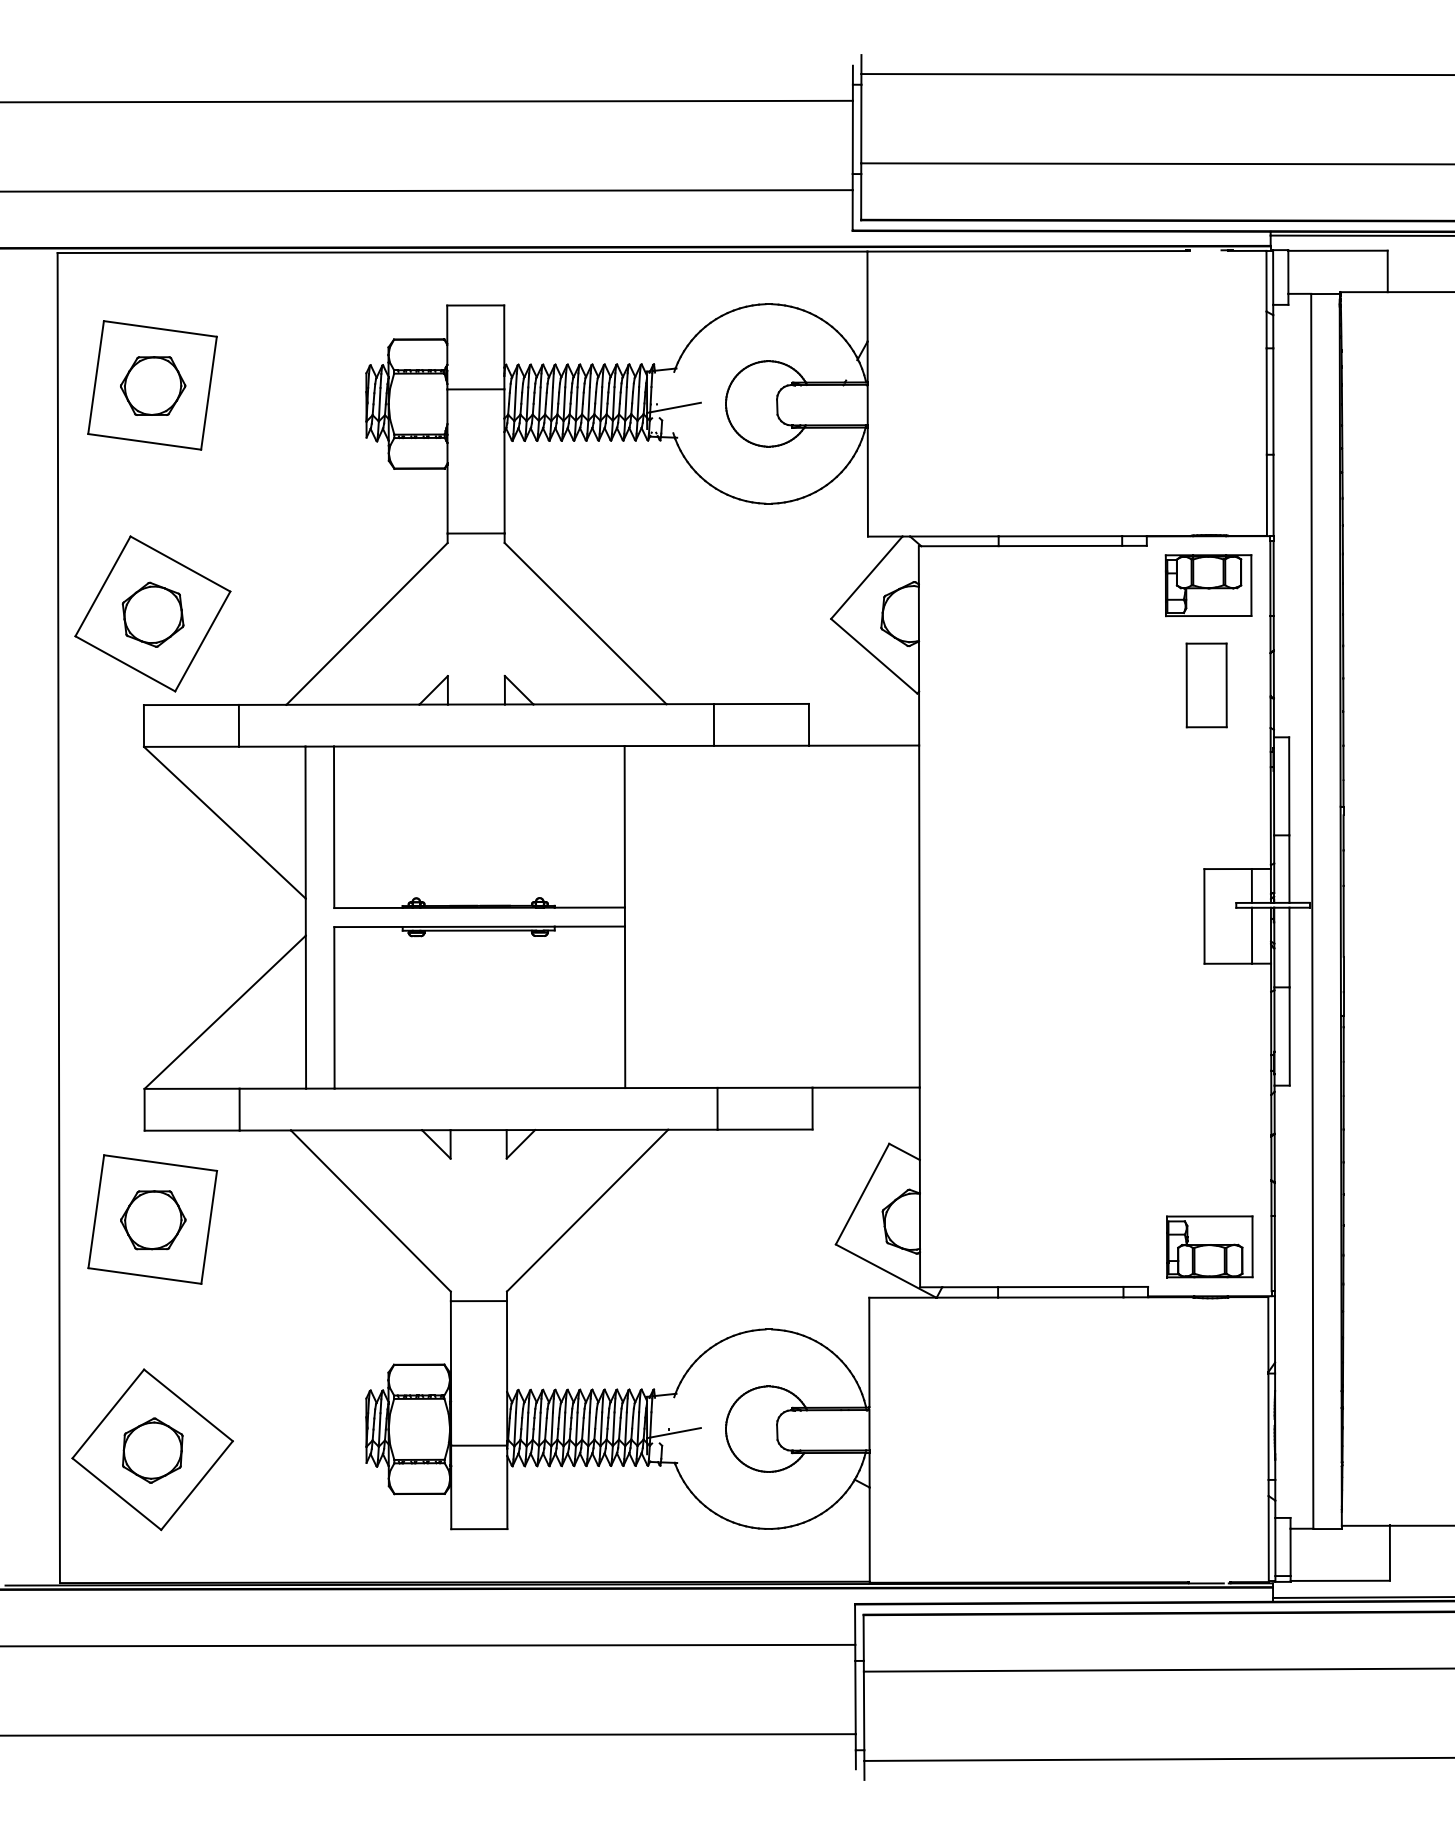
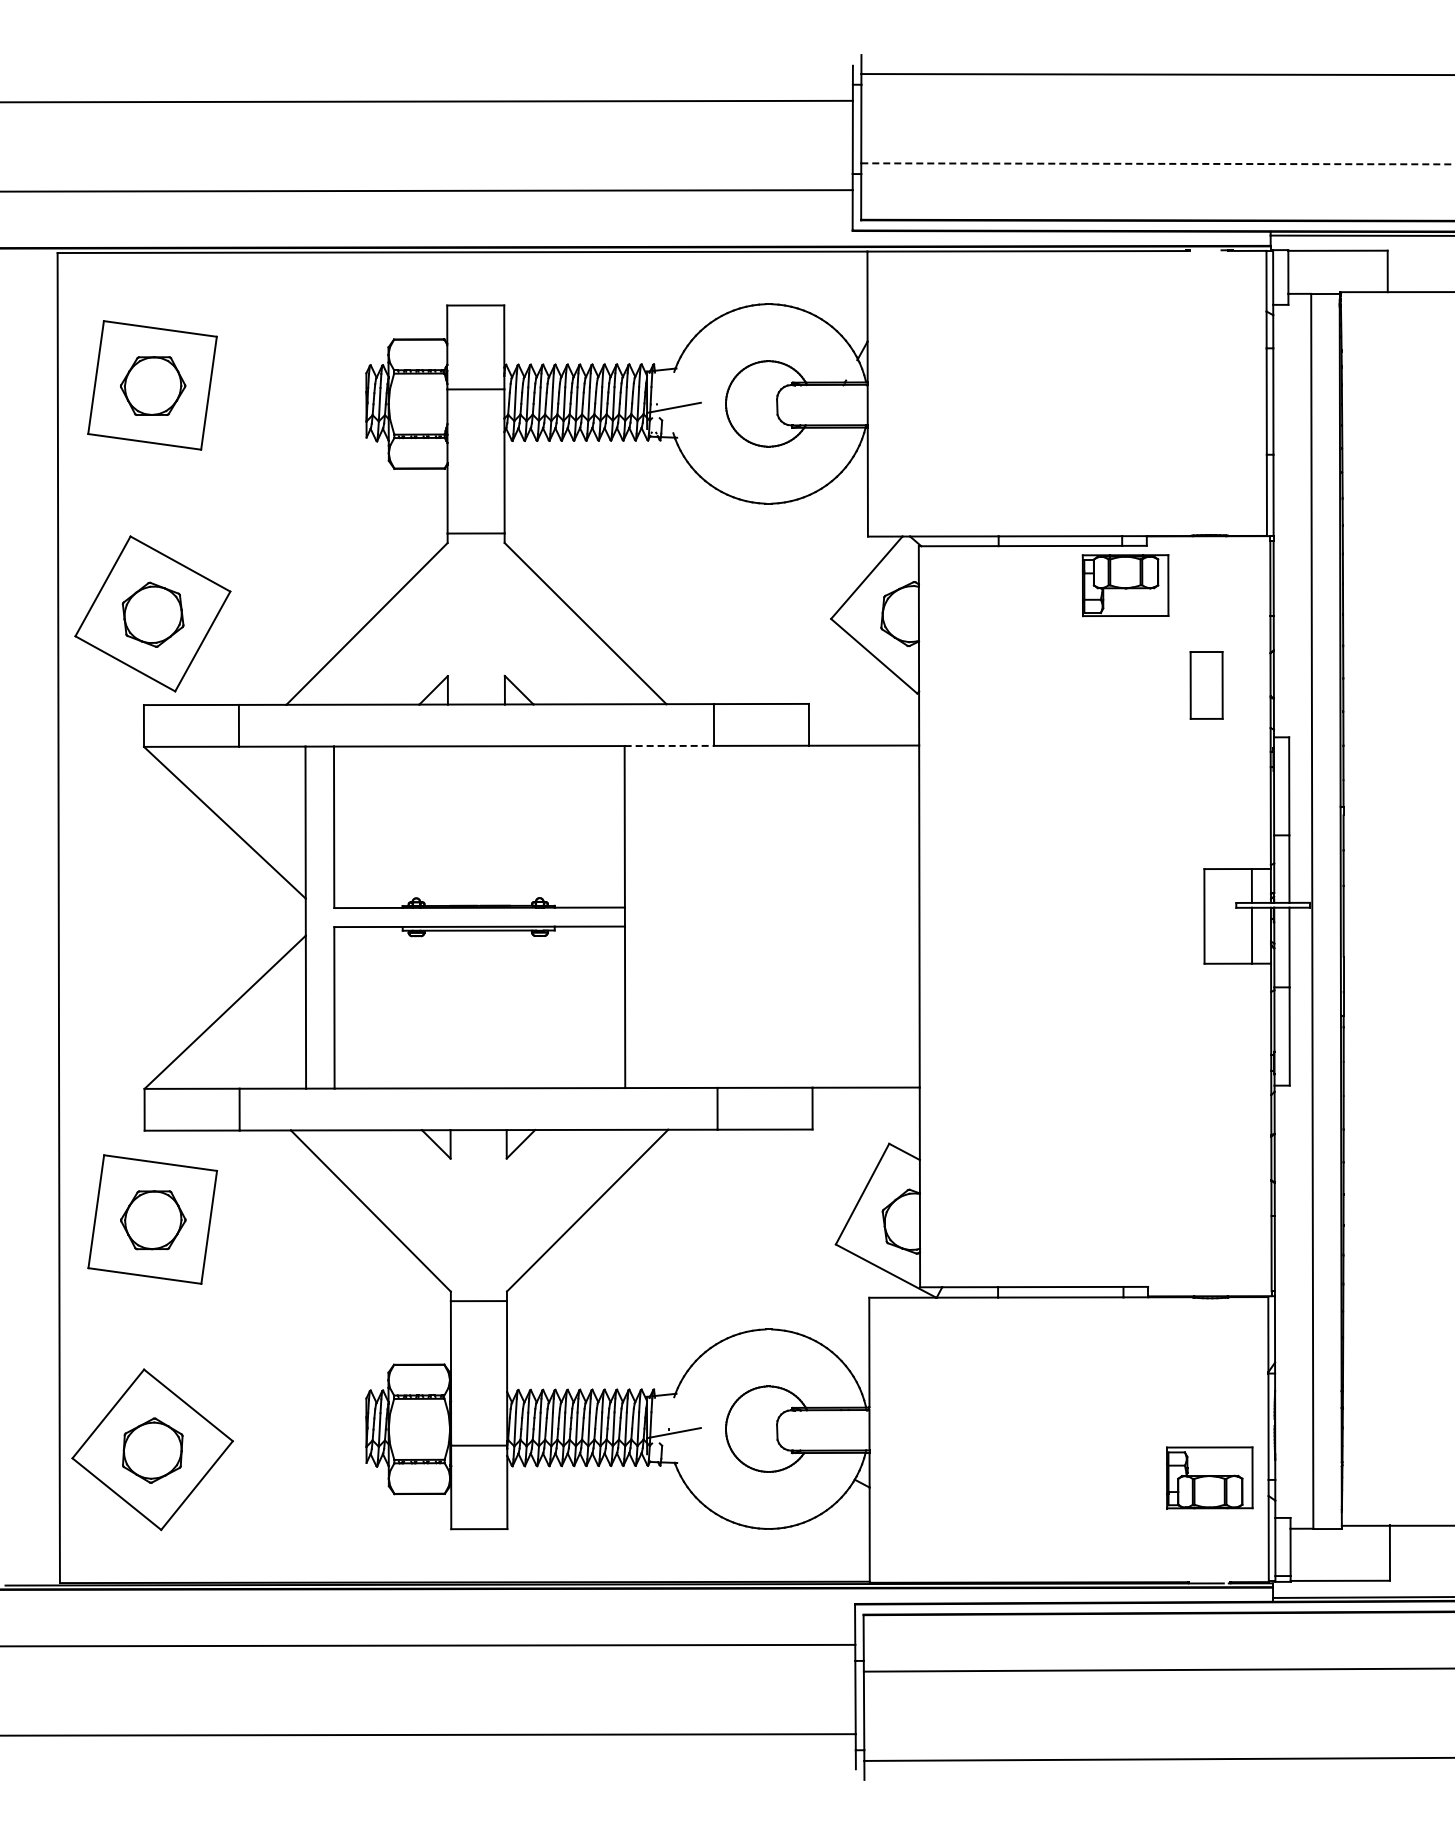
line at (1158, 163): solid -> dashed
part at (1208, 585) position: (1208, 585) -> (1125, 585)
part at (1206, 685) size: 43x87 px -> 35x69 px
line at (669, 745): solid -> dashed
part at (1209, 1246) position: (1209, 1246) -> (1209, 1477)
